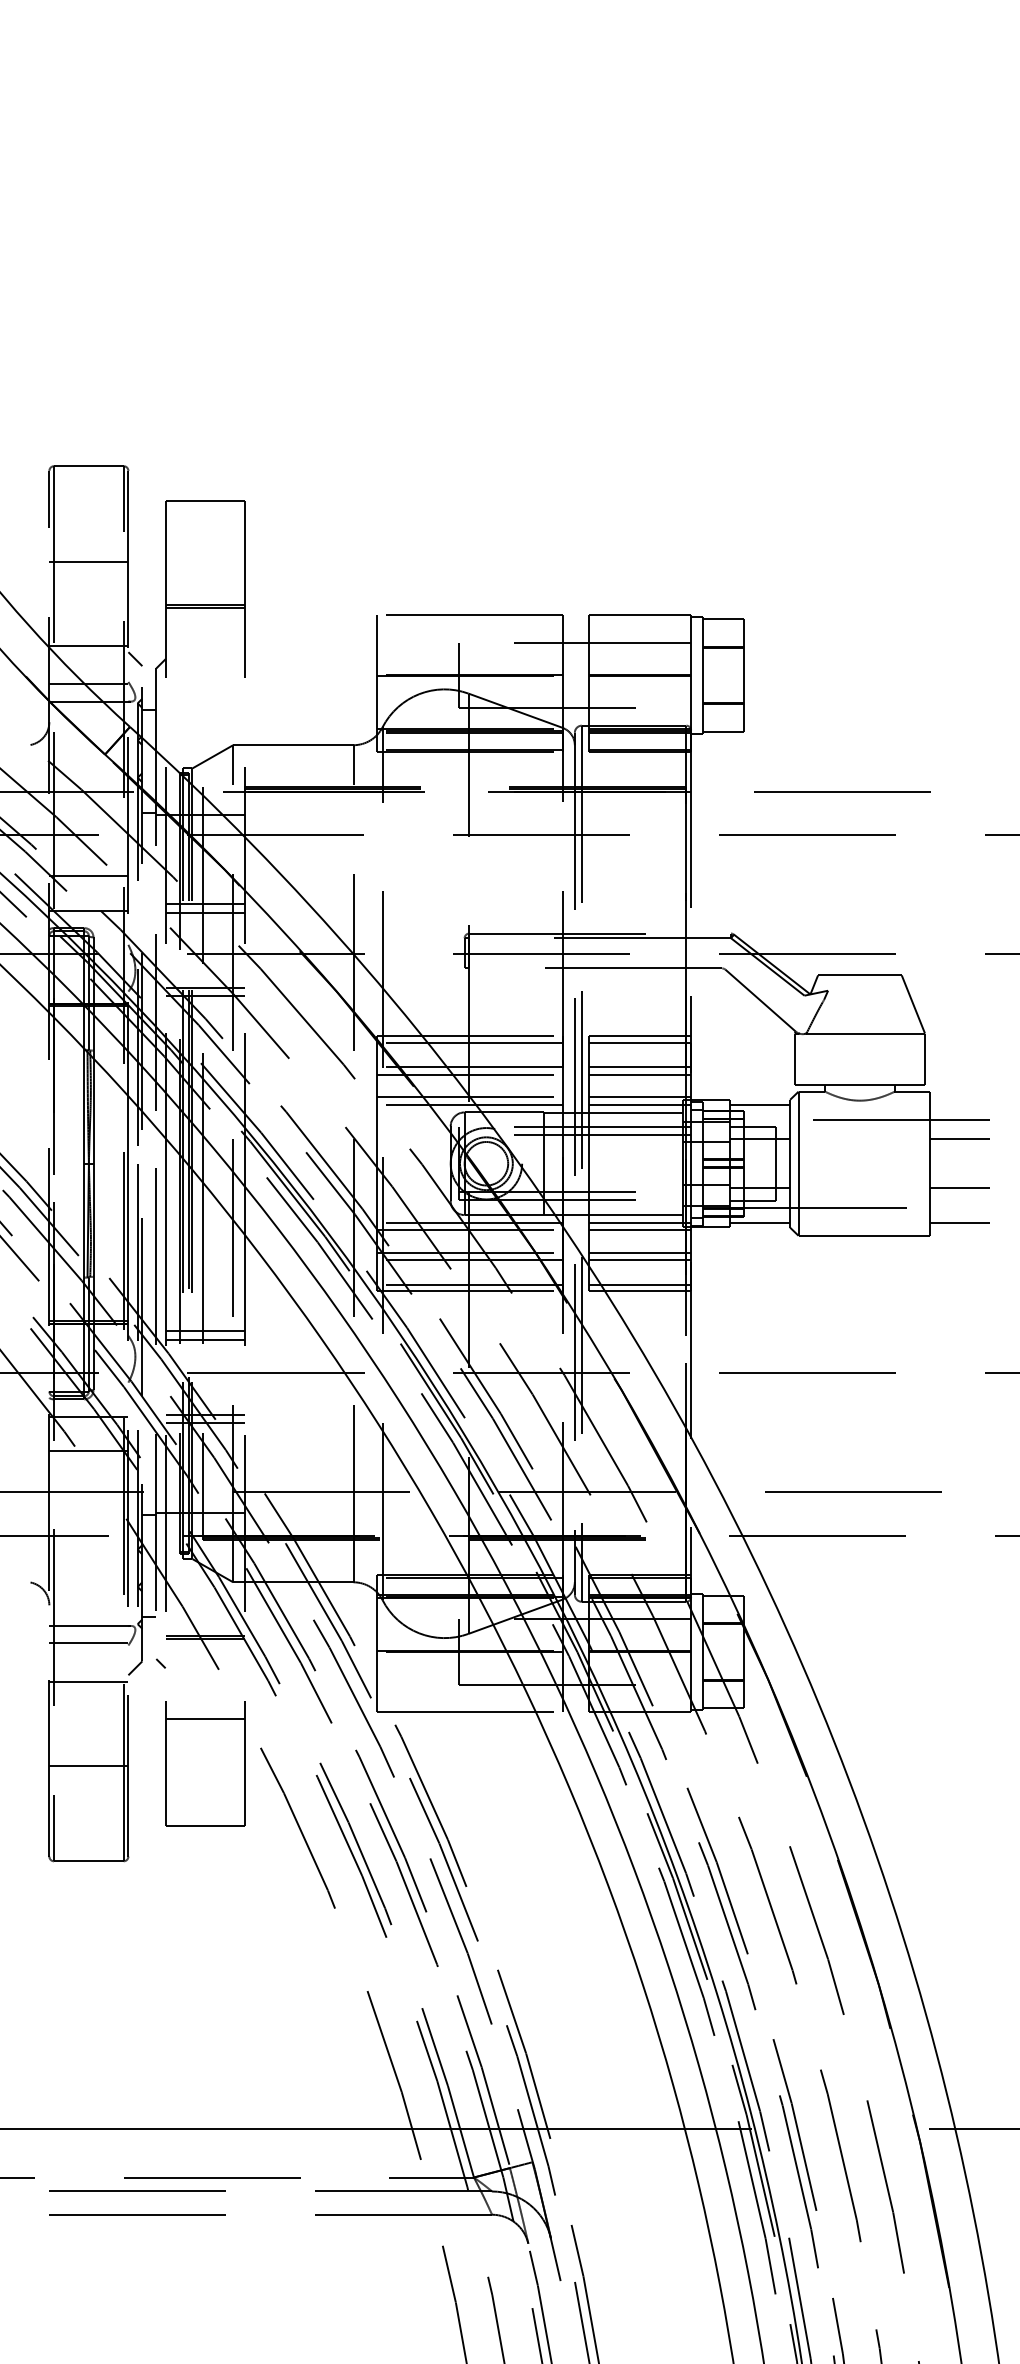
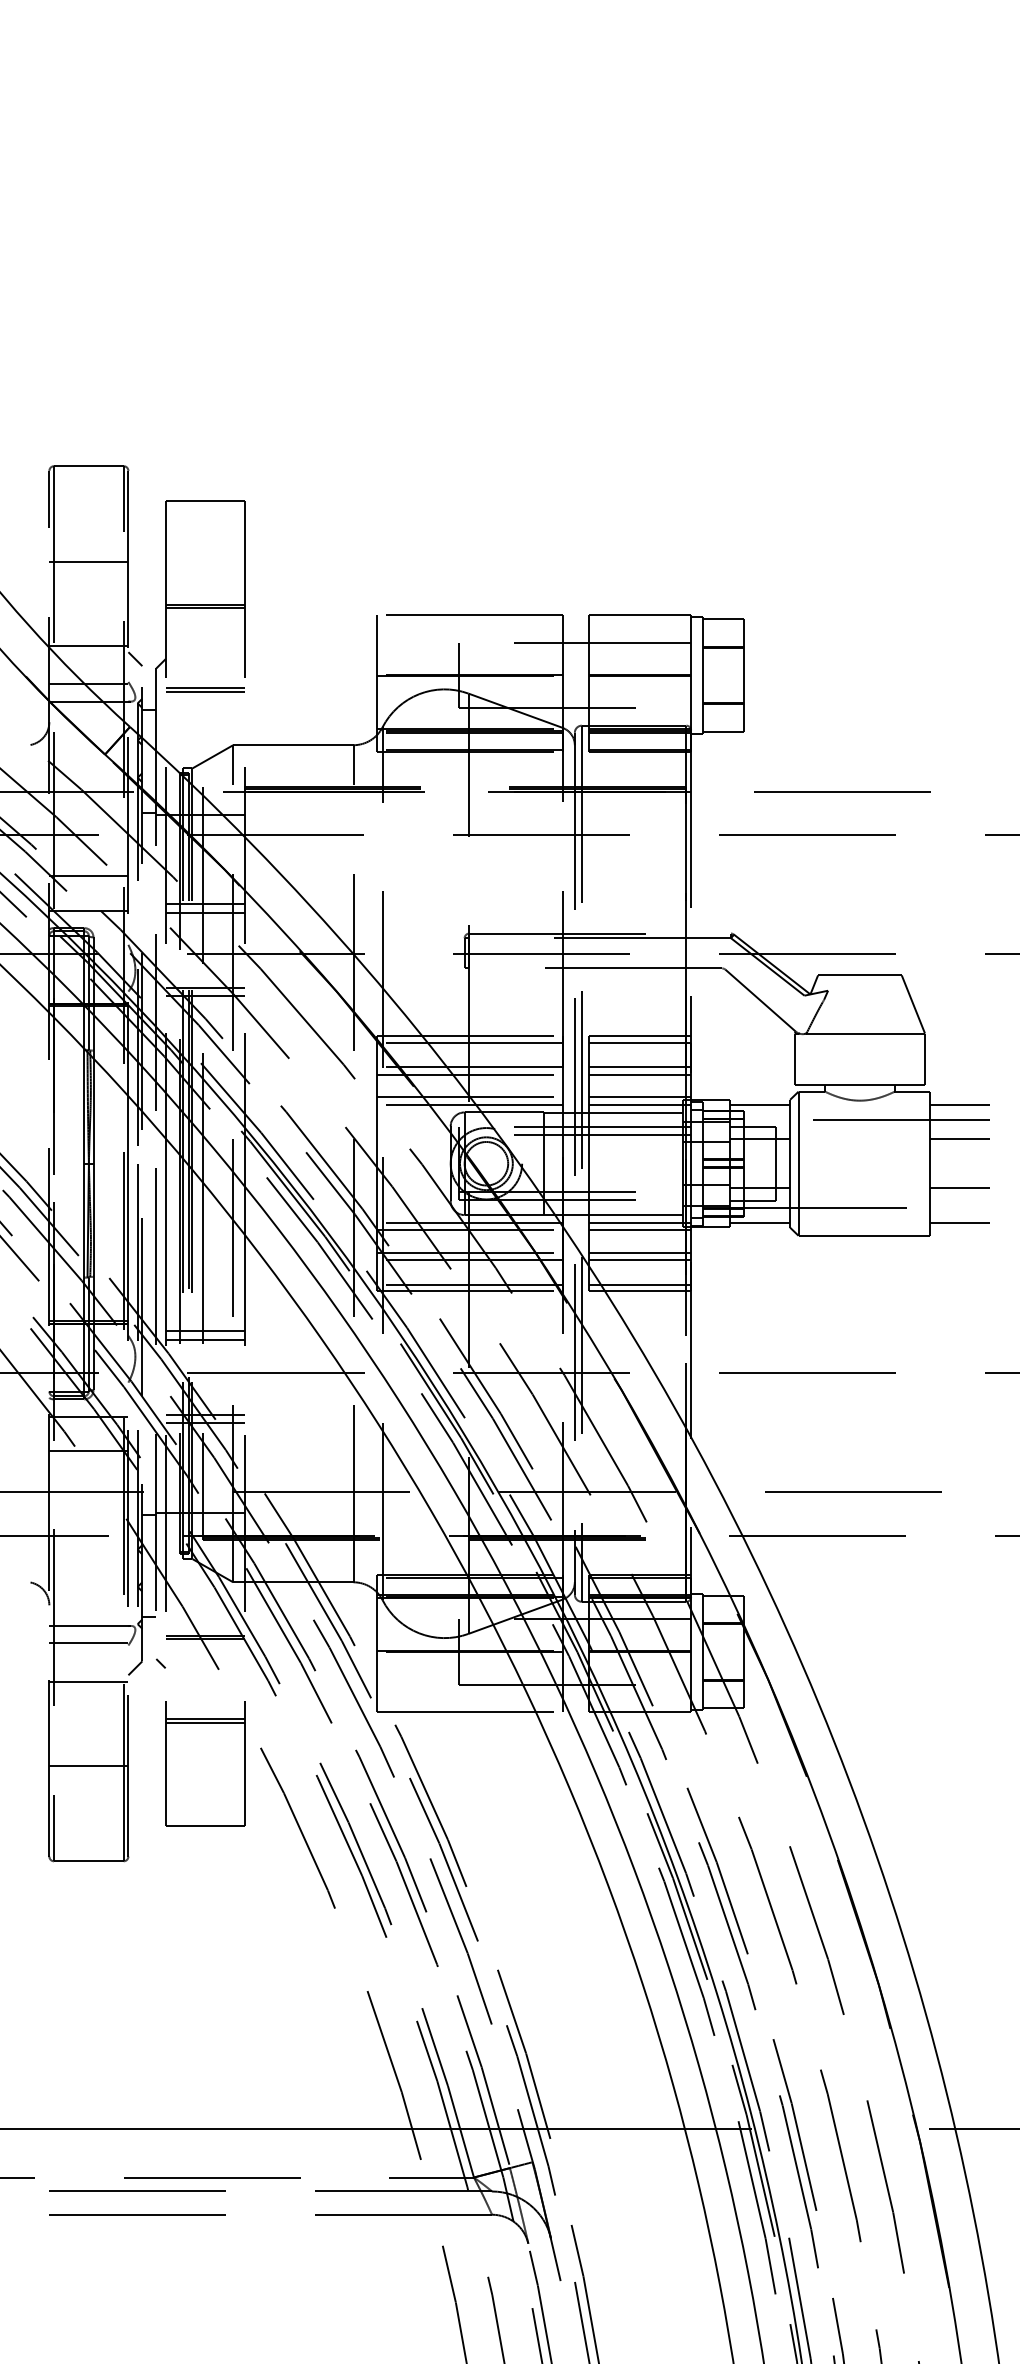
part at (205, 689): none -> present
line at (959, 1104): none -> present
line at (204, 1722): none -> present
